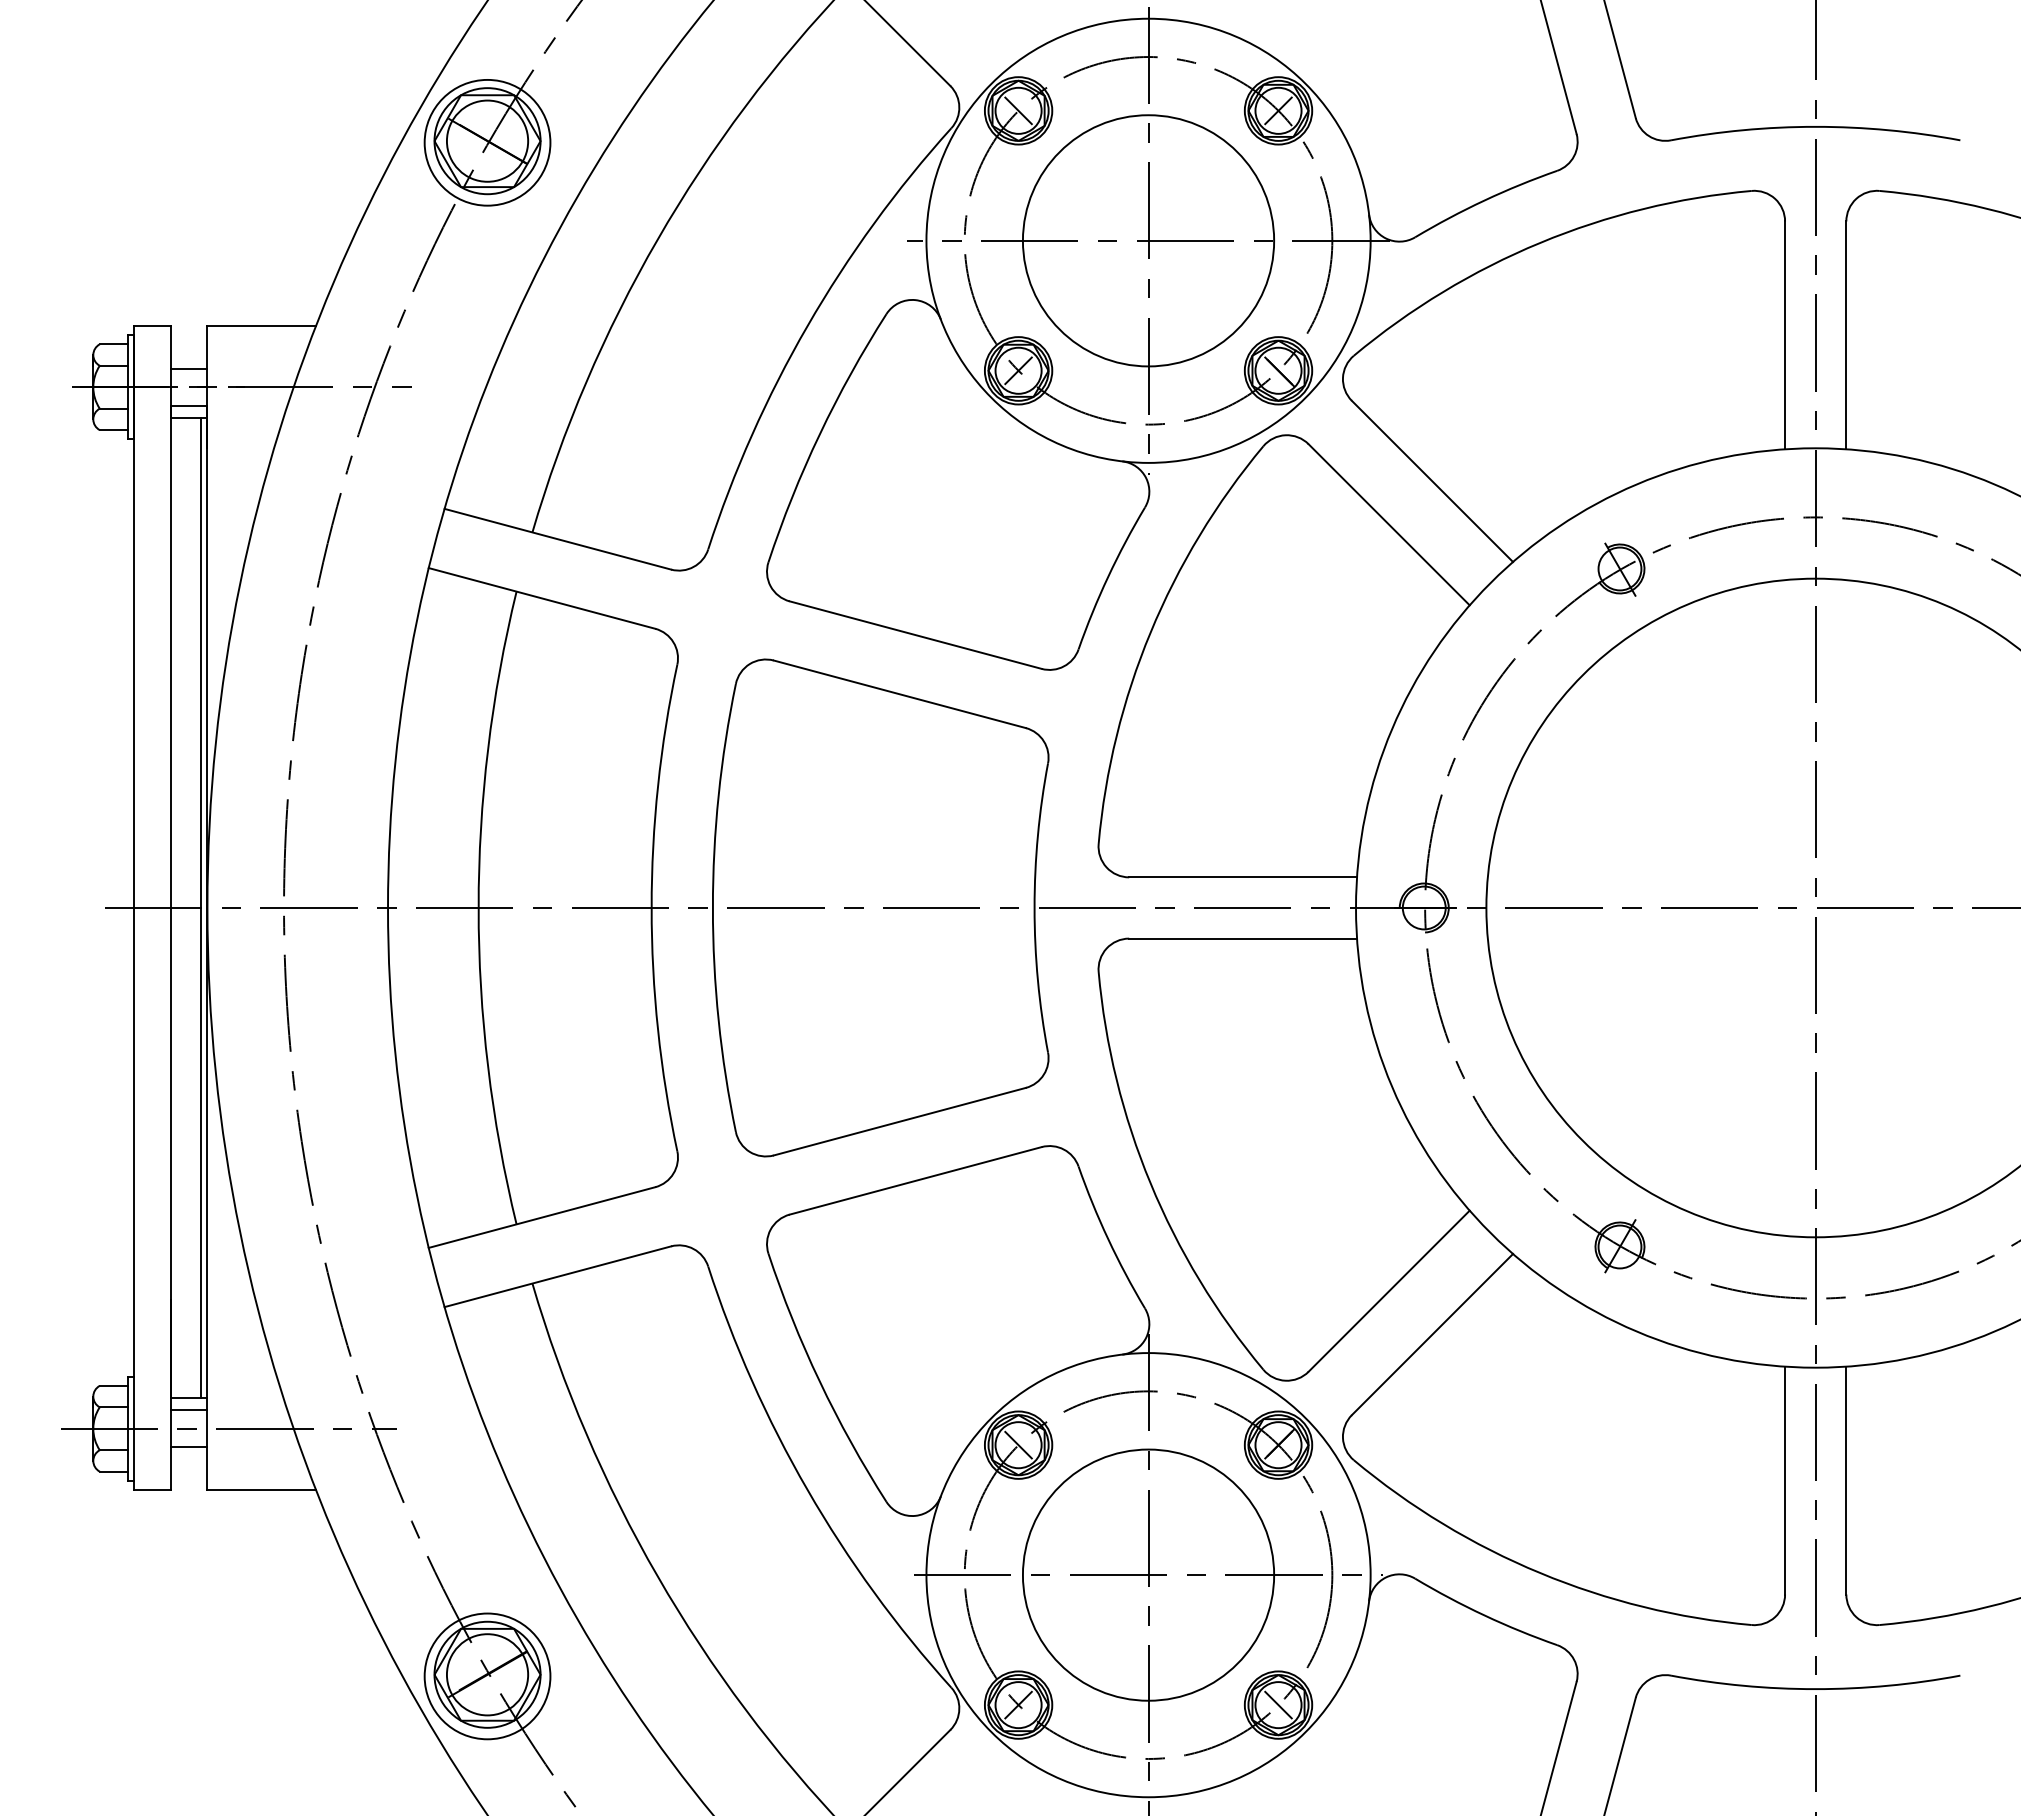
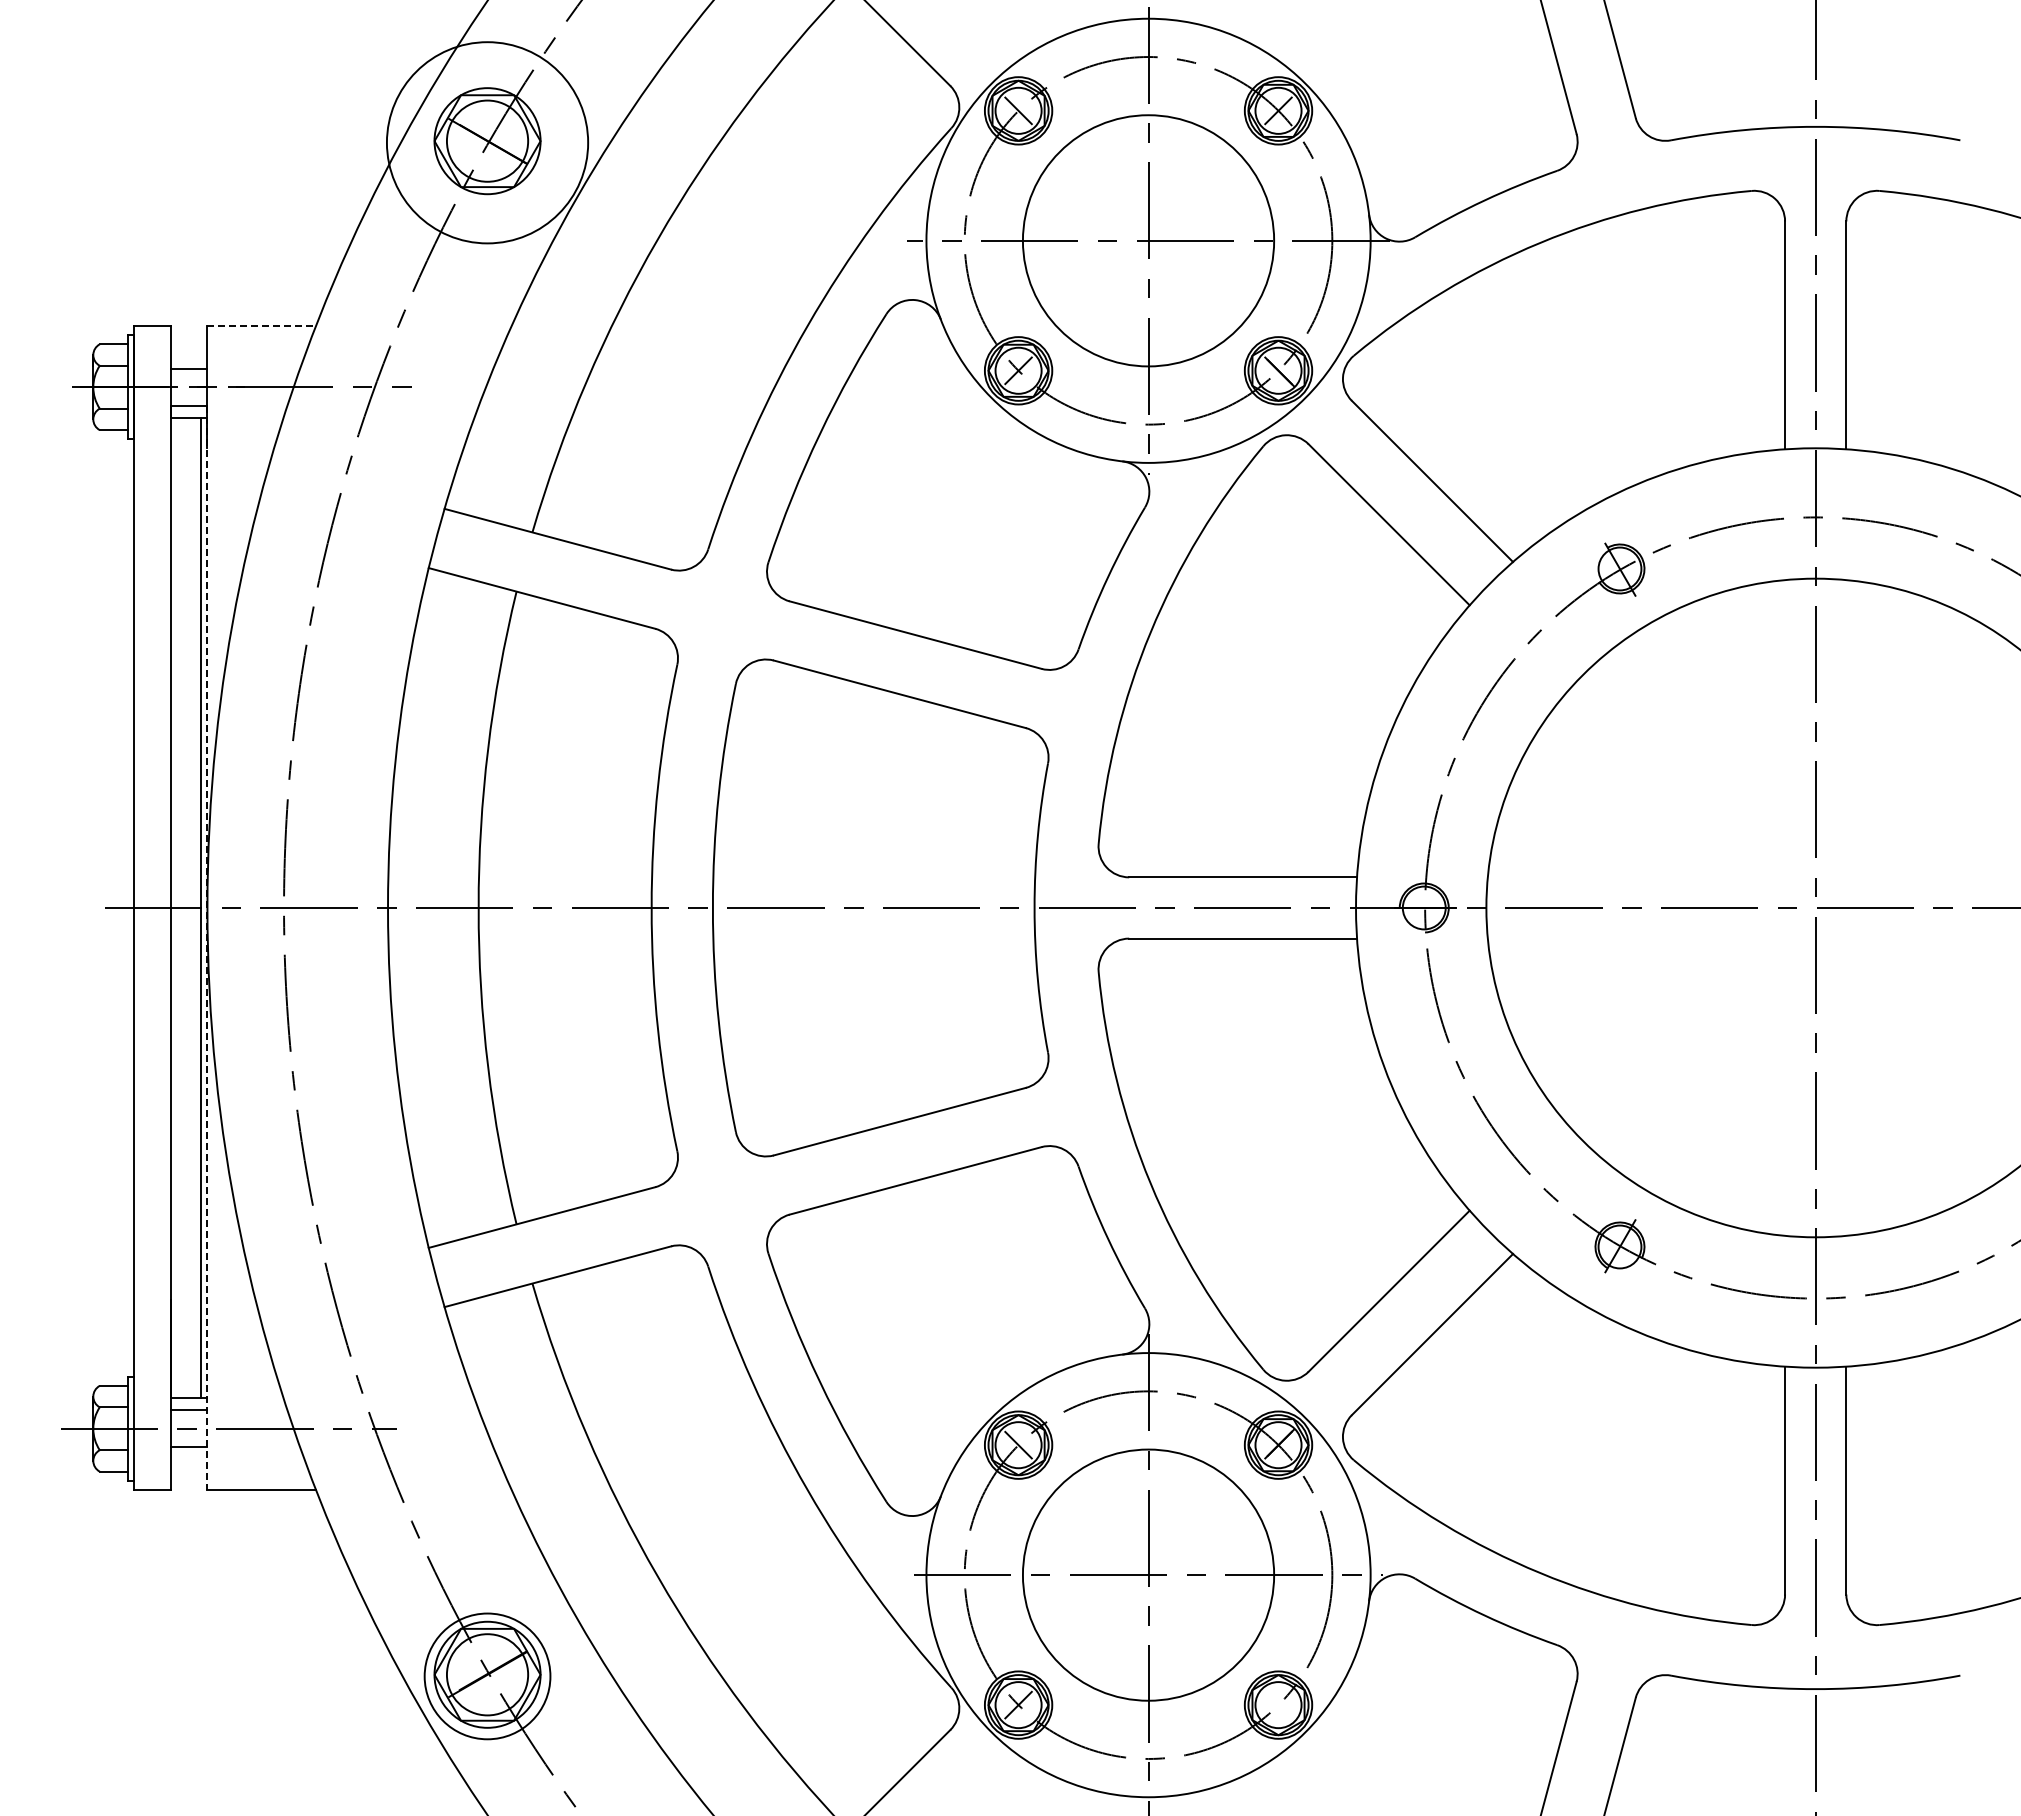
circle at (487, 142) diameter: 126 px -> 201 px
line at (261, 325): solid -> dashed
line at (207, 948): solid -> dashed
line at (1278, 1705): present -> none
